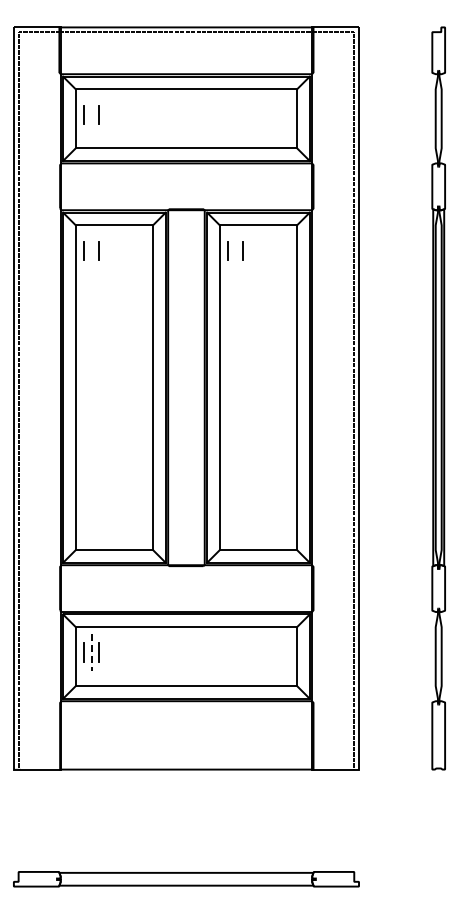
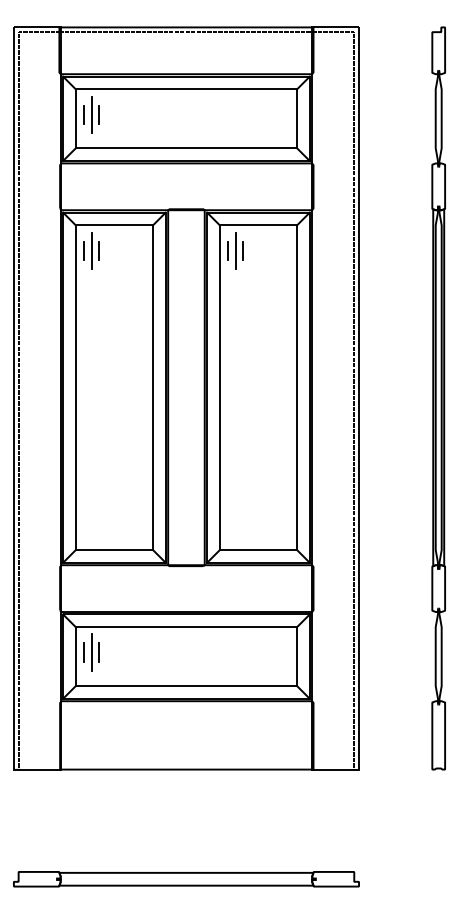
line at (91, 114): none -> present
line at (91, 250): none -> present
line at (235, 250): none -> present
line at (91, 653): dashed -> solid
